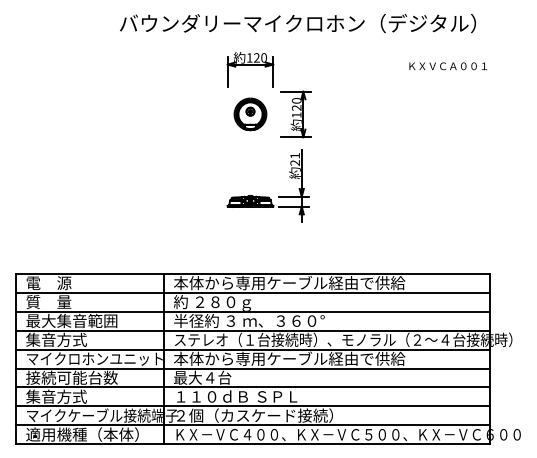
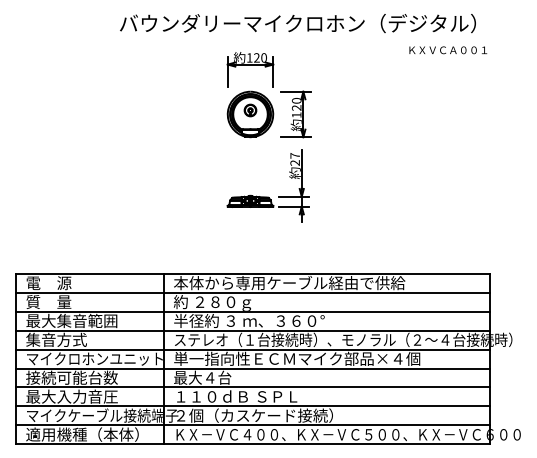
text at (448, 66) position: (448, 66) -> (448, 50)
part at (250, 114) size: 35x35 px -> 49x49 px
text at (294, 155): 21 -> 27
text at (297, 358): 本体から専用ケーブル経由で供給 -> 単一指向性ＥＣＭマイク部品×４個
text at (71, 396): 集音方式 -> 最大入力音圧
